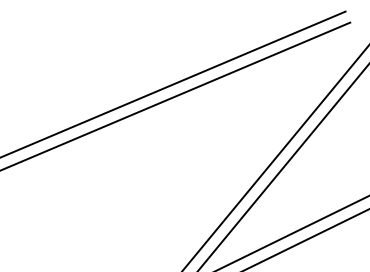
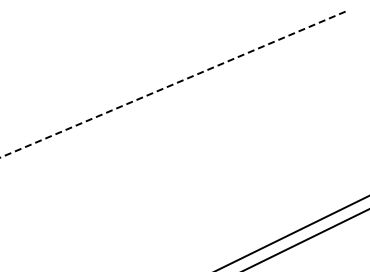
line at (172, 84): solid -> dashed
line at (176, 95): present -> none
line at (275, 158): present -> none
line at (283, 167): present -> none
